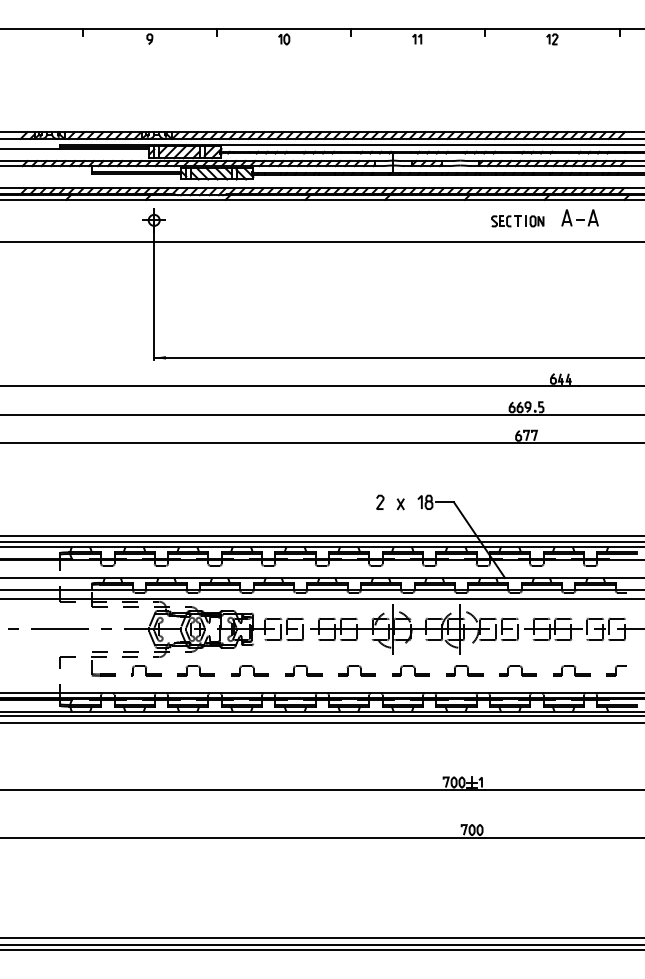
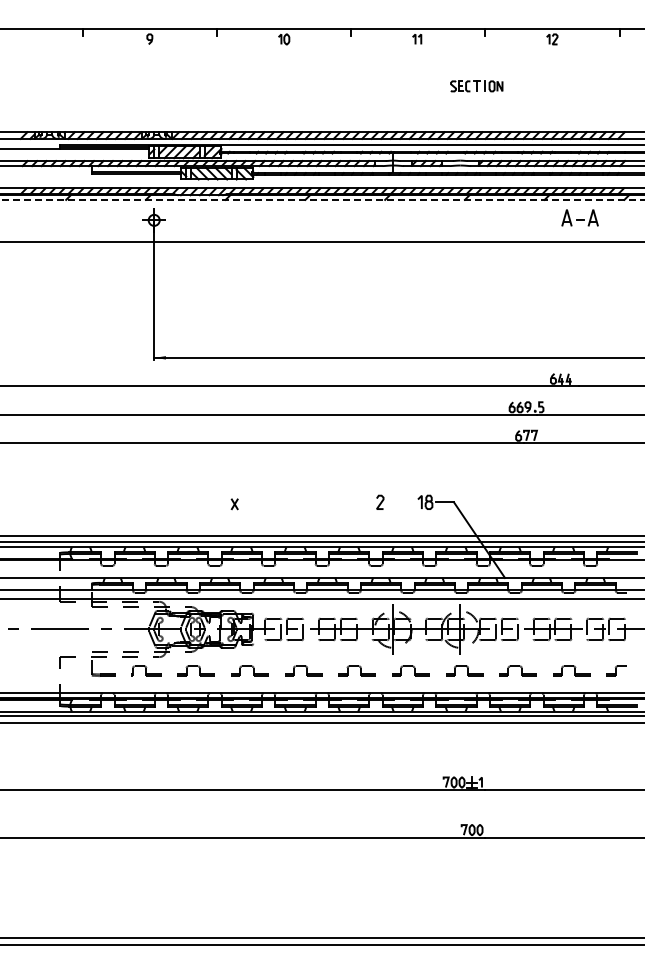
line at (322, 199): solid -> dashed
part at (517, 221) position: (517, 221) -> (476, 86)
part at (400, 504) position: (400, 504) -> (234, 504)
line at (321, 949): present -> none
